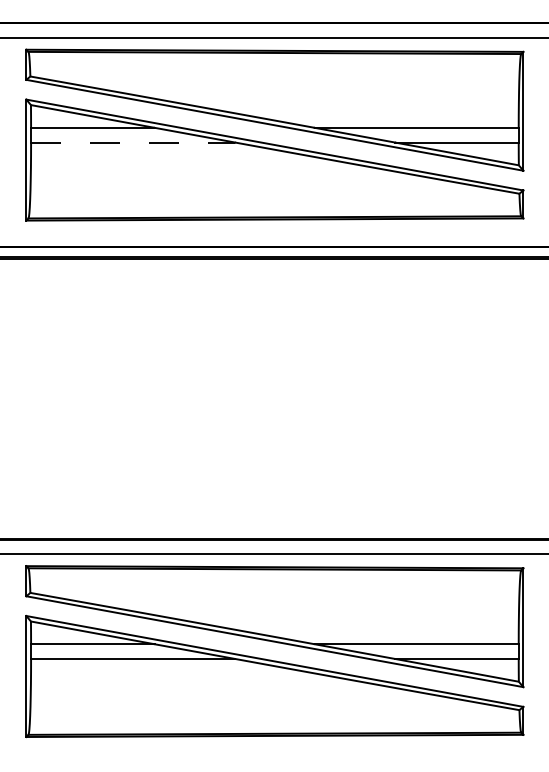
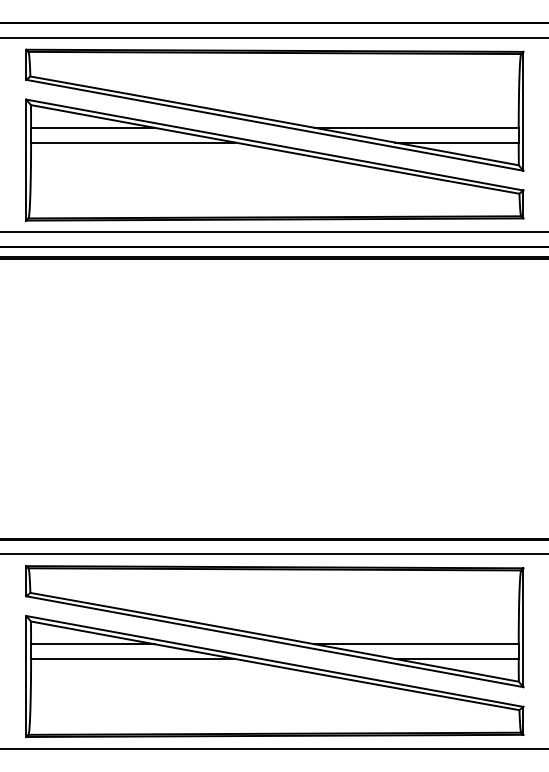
line at (133, 142): dashed -> solid
line at (273, 232): none -> present
line at (273, 748): none -> present
